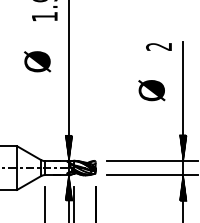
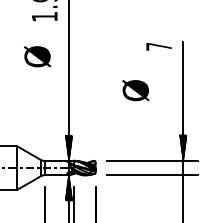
text at (158, 46): 2 -> 7
text at (37, 61) position: (37, 61) -> (37, 56)
text at (151, 90) position: (151, 90) -> (135, 90)
hatch at (182, 187): present -> none
